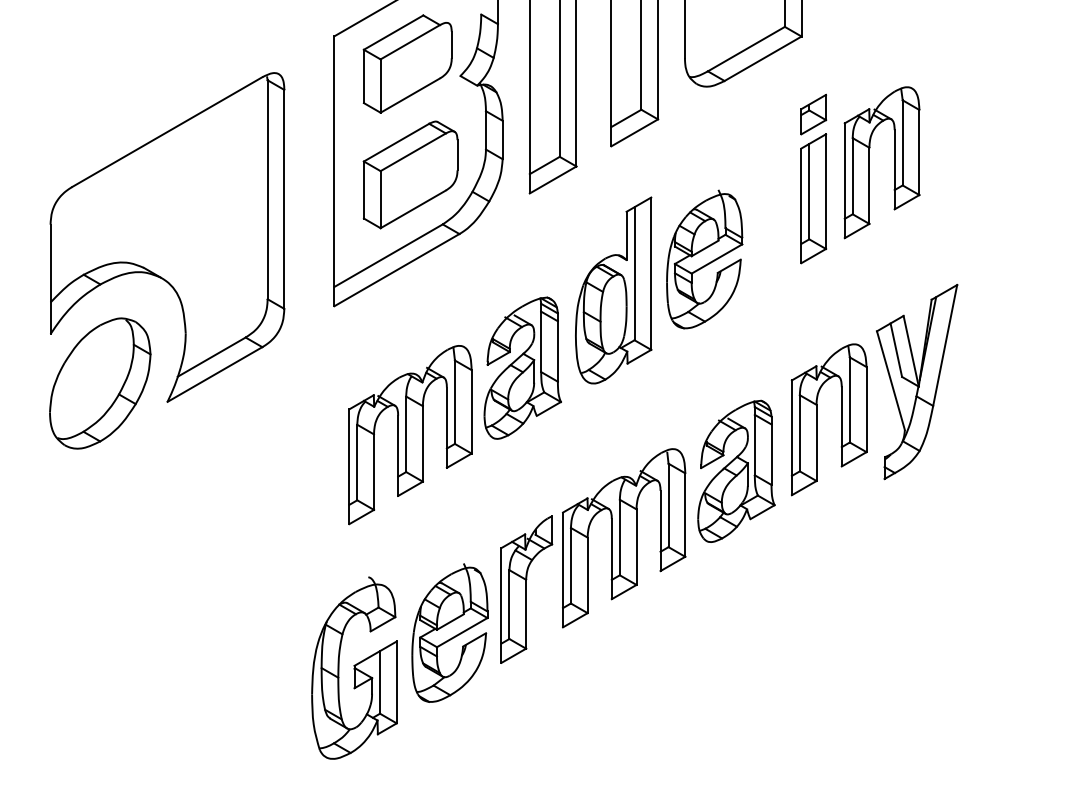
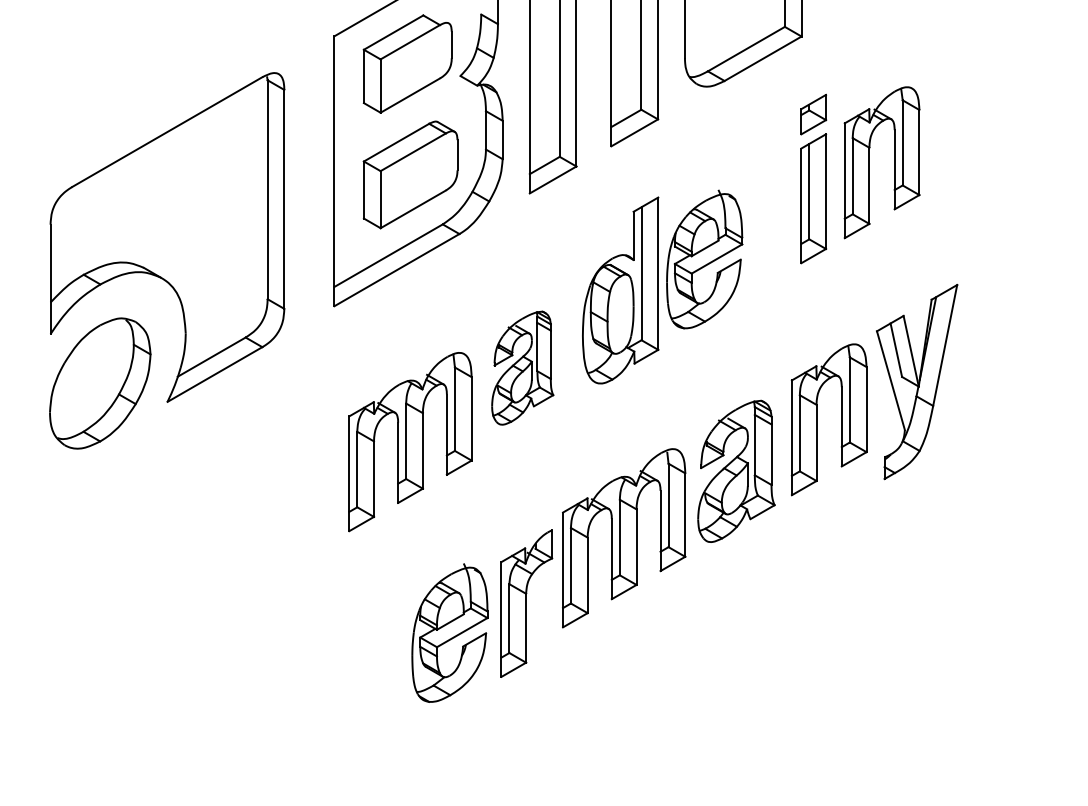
part at (613, 290) position: (613, 290) -> (620, 290)
part at (522, 367) size: 79x144 px -> 64x116 px
part at (410, 435) position: (410, 435) -> (410, 442)
part at (526, 589) position: (526, 589) -> (526, 603)
part at (354, 667): present -> none
